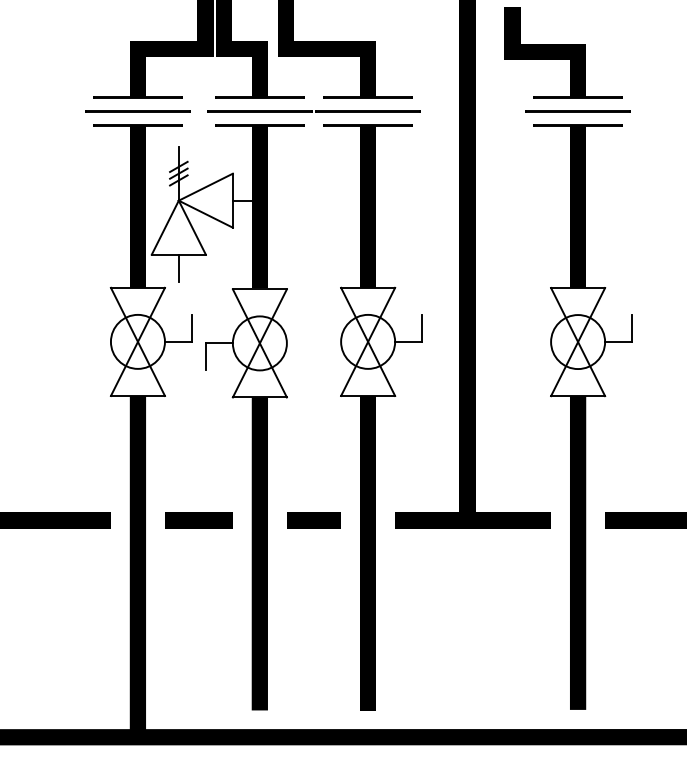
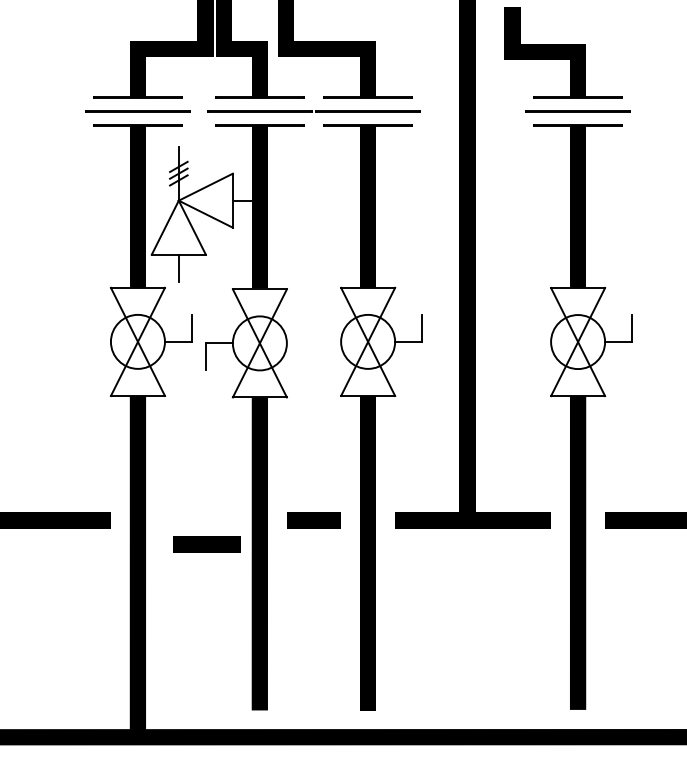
line at (198, 520) position: (198, 520) -> (206, 544)
